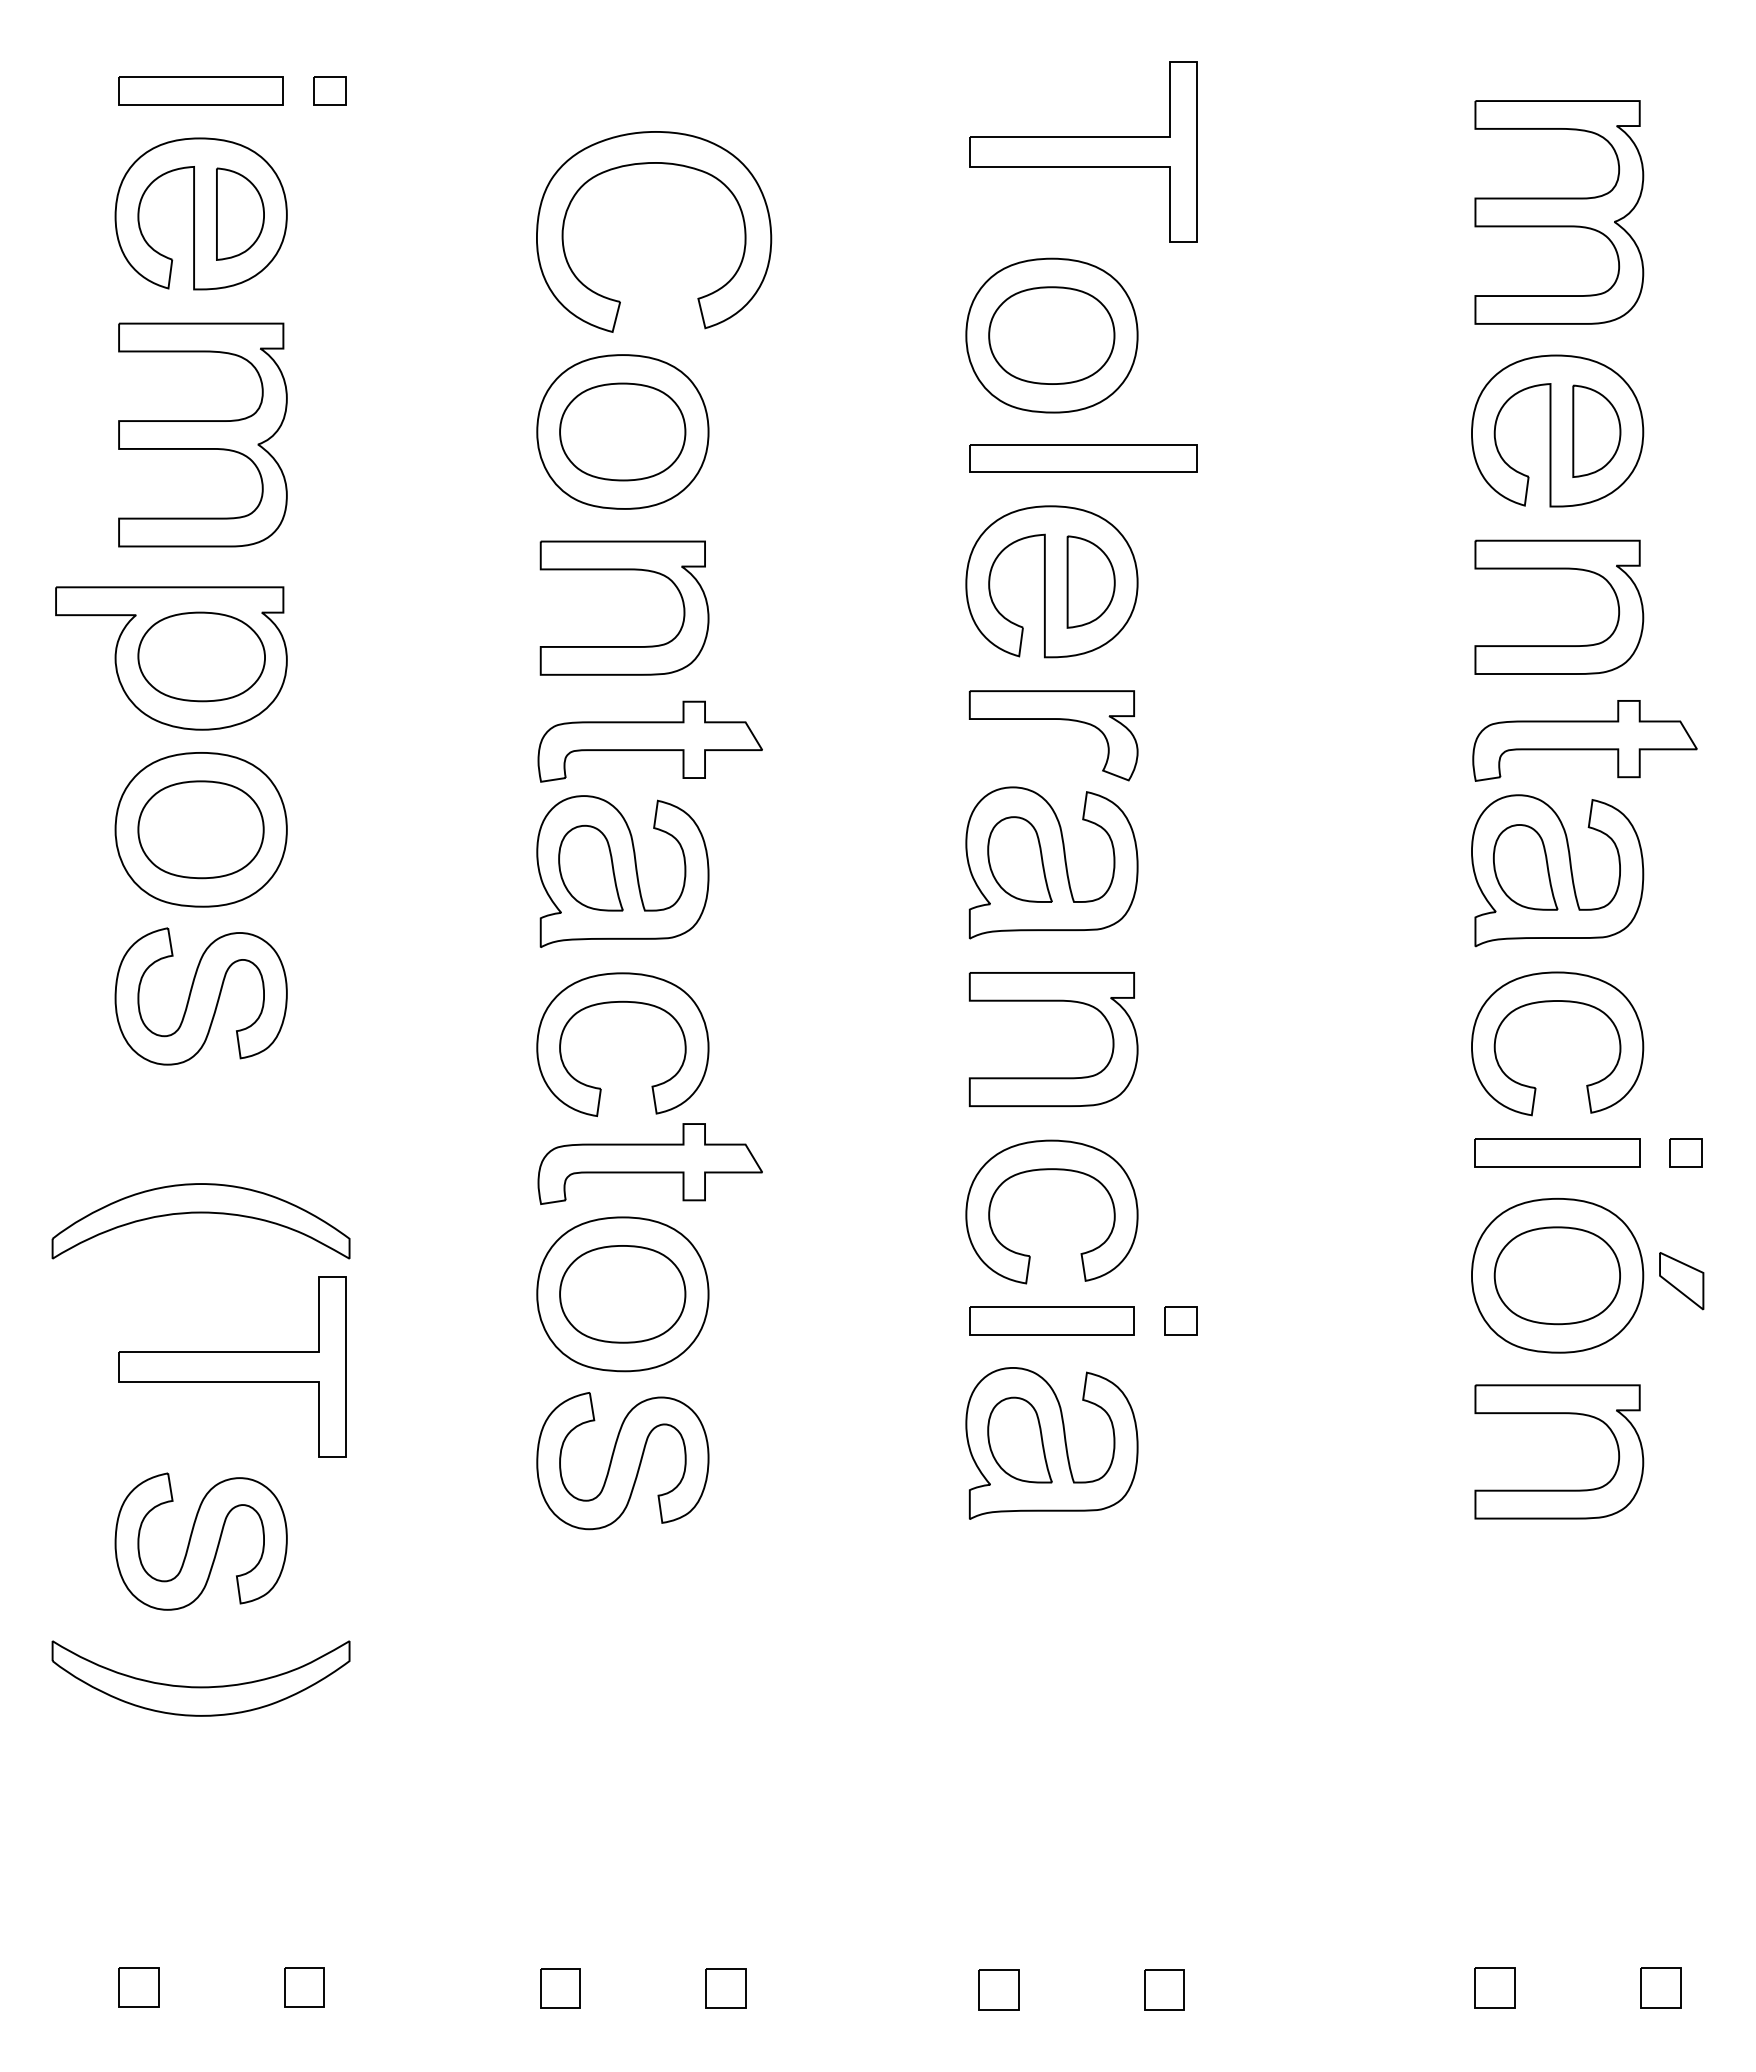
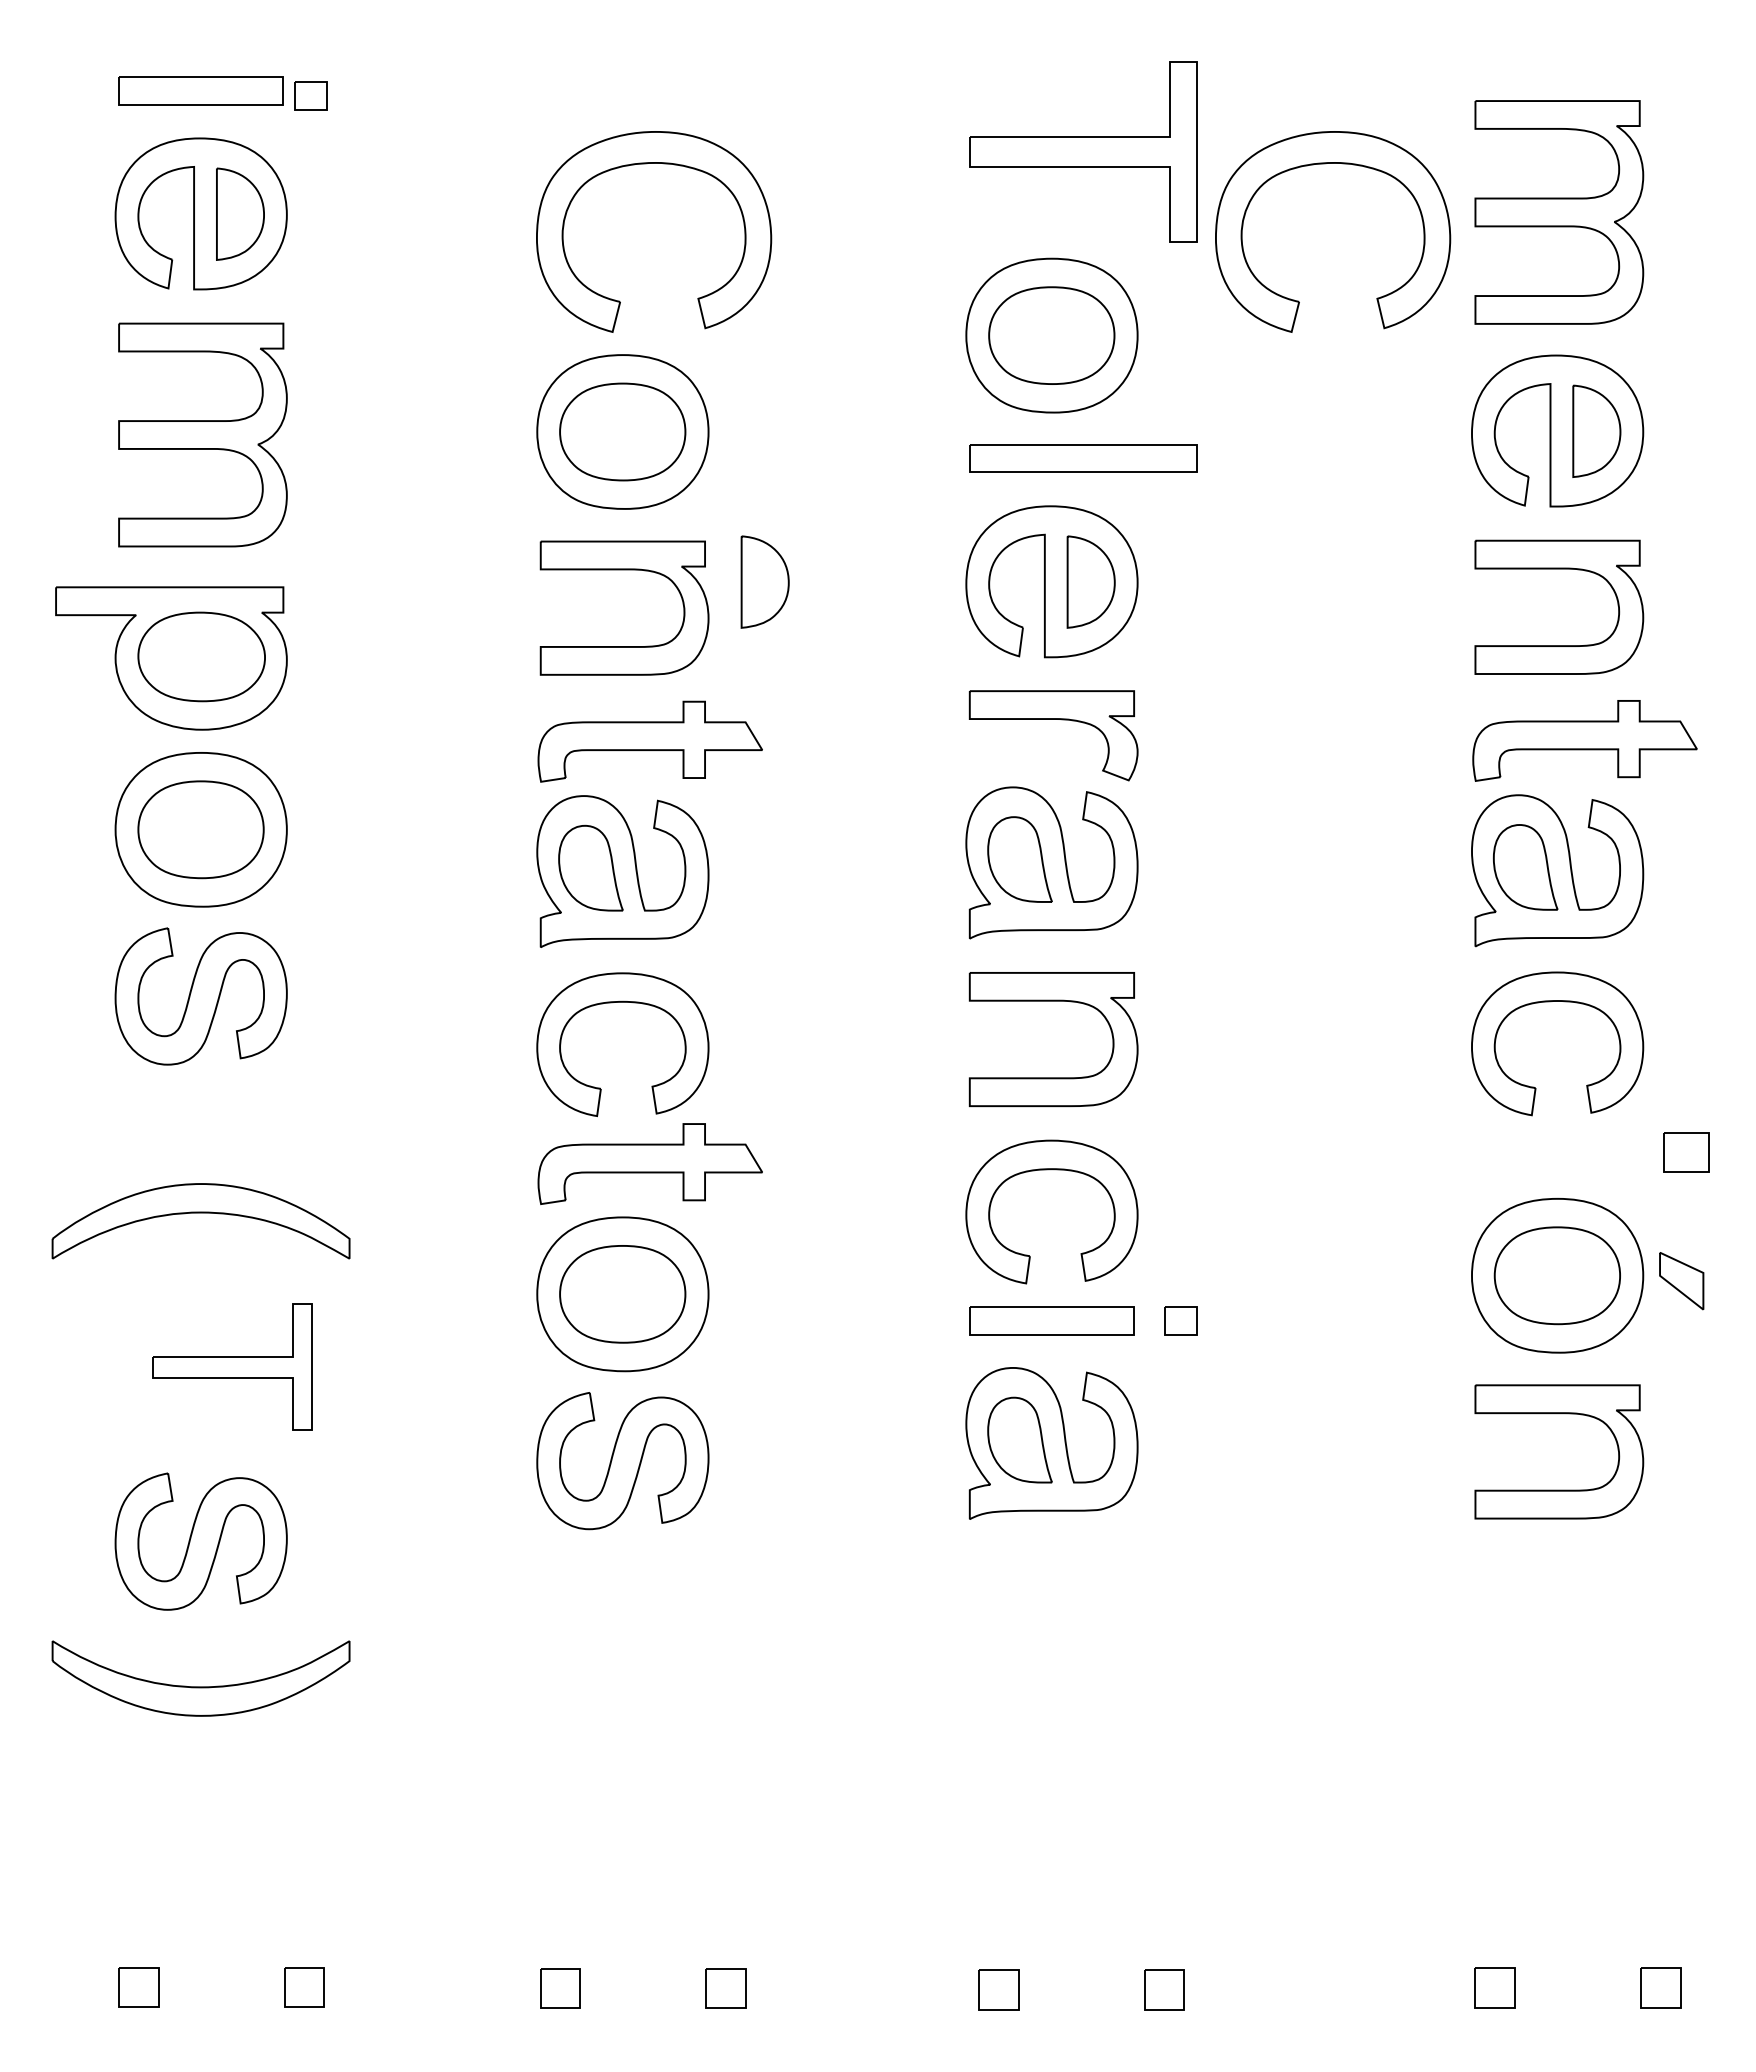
part at (329, 90) position: (329, 90) -> (310, 95)
part at (1325, 164): none -> present
part at (764, 581): none -> present
part at (1557, 1152): present -> none
part at (1685, 1152) size: 34x30 px -> 47x41 px
part at (232, 1366) size: 229x182 px -> 161x128 px
